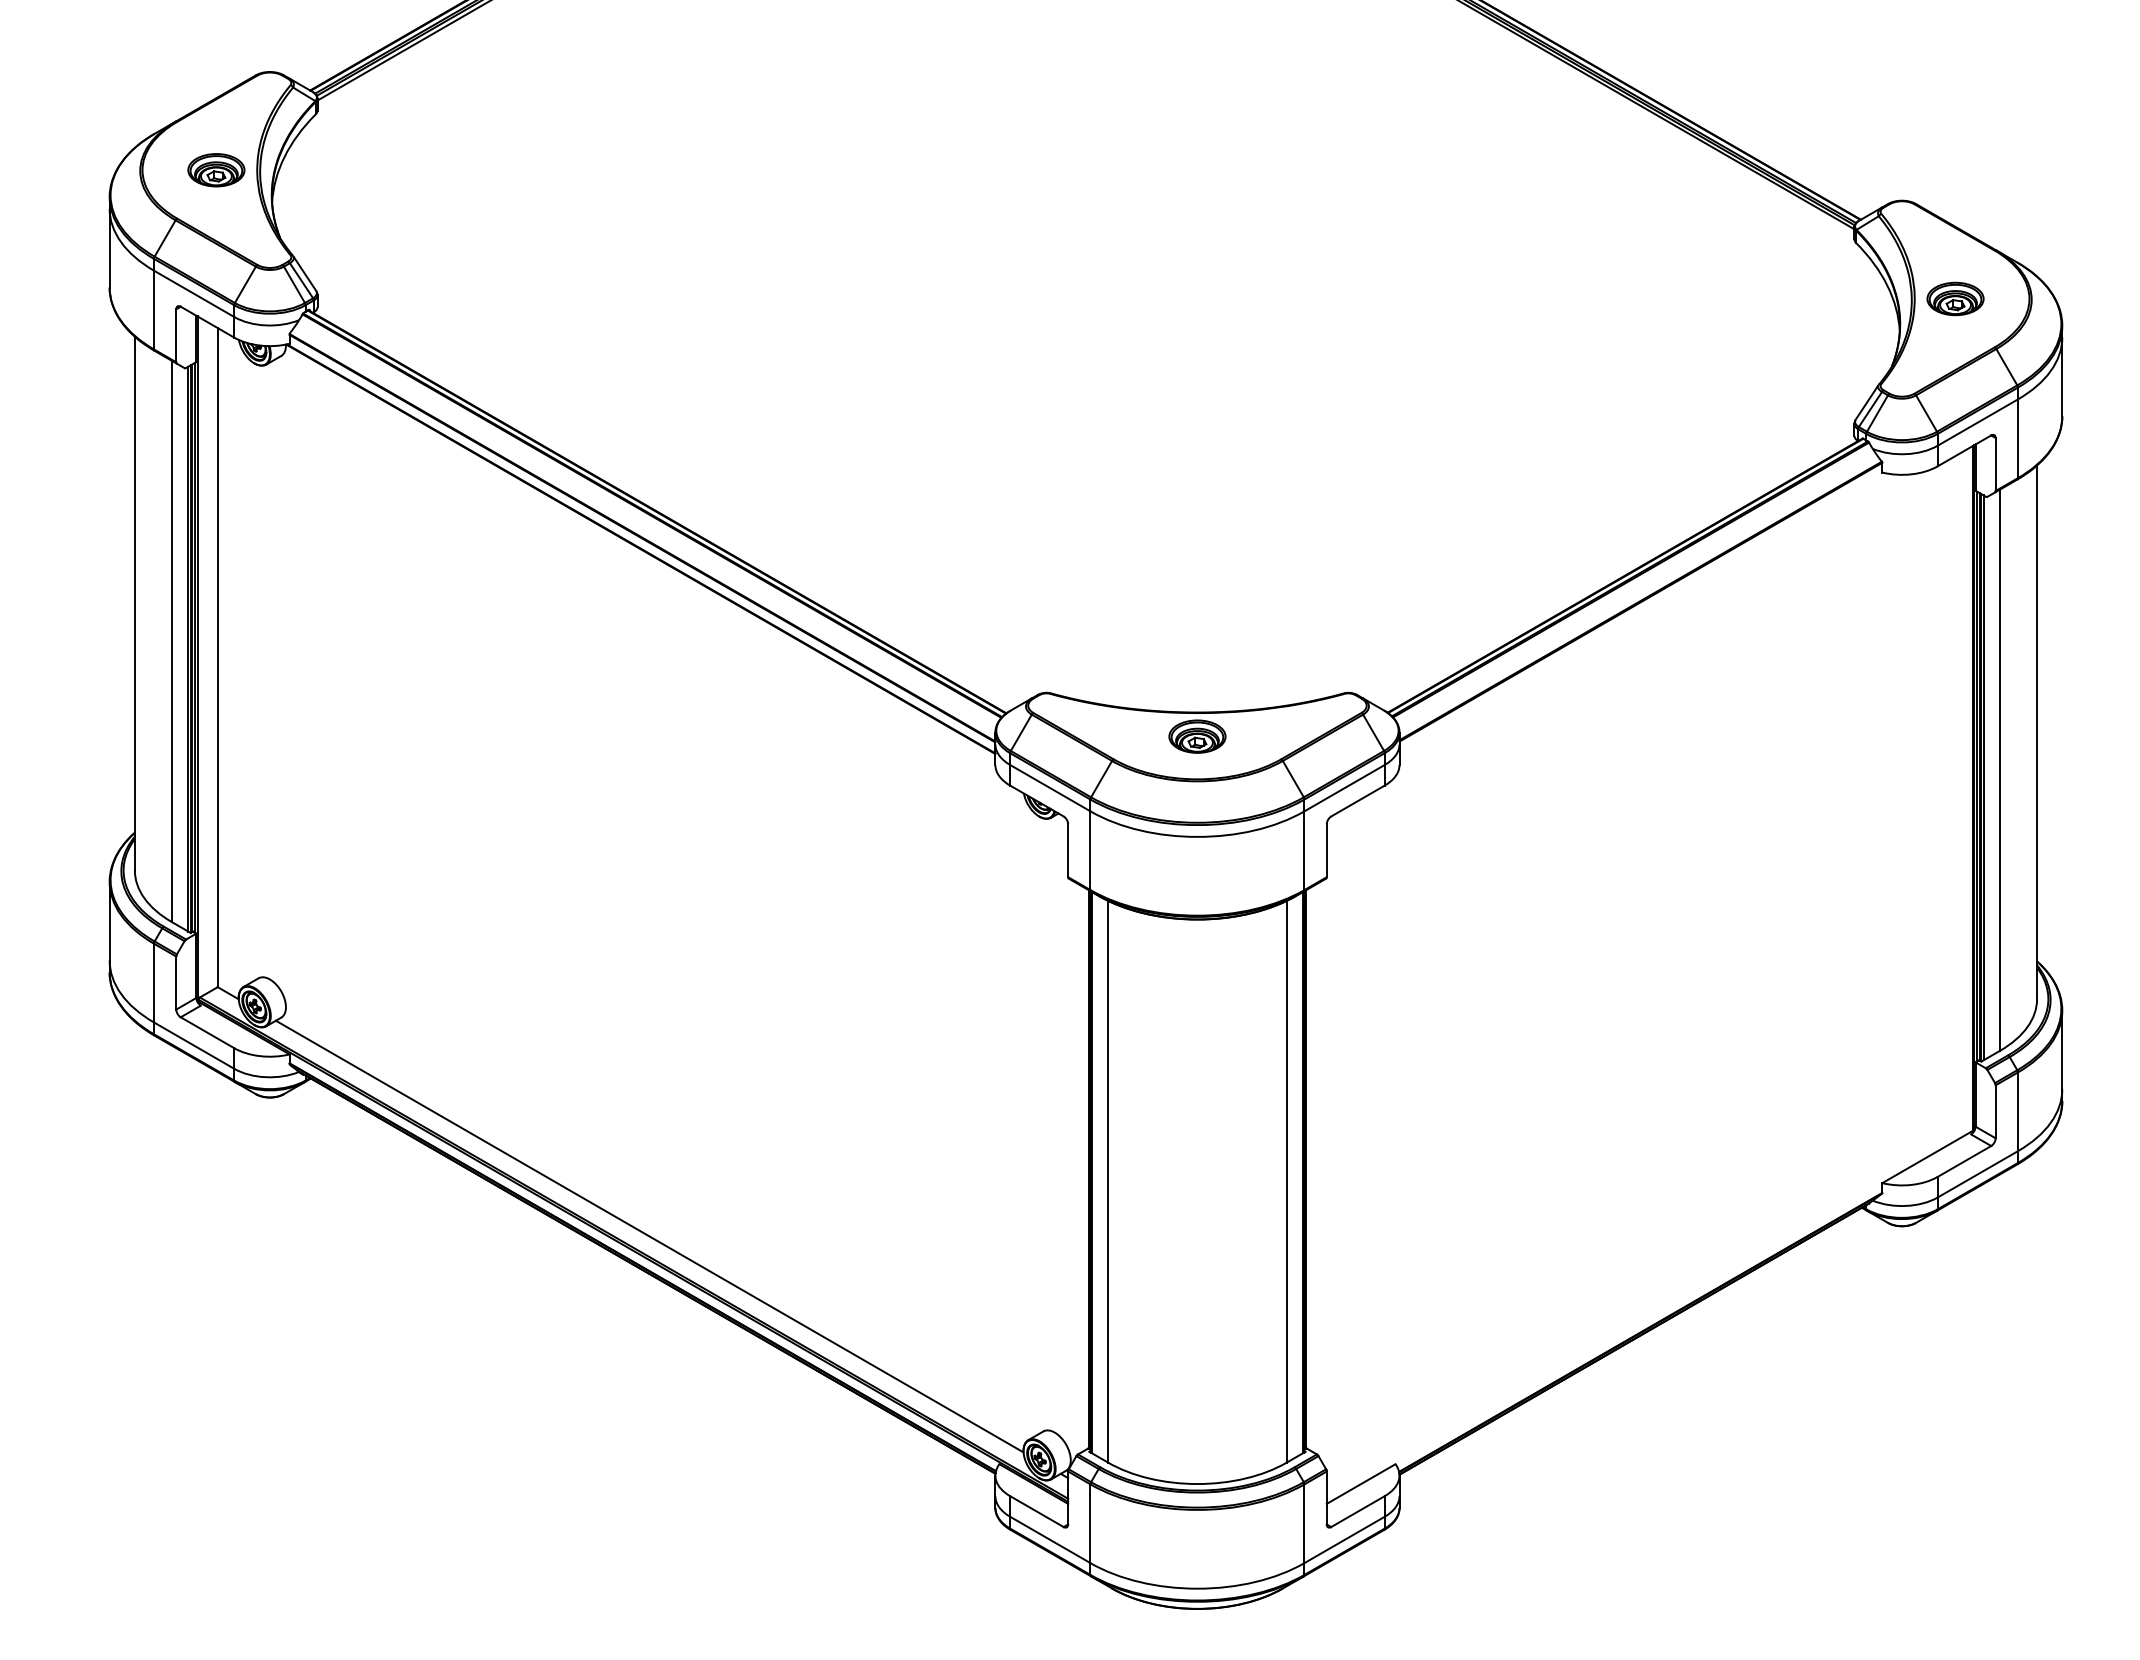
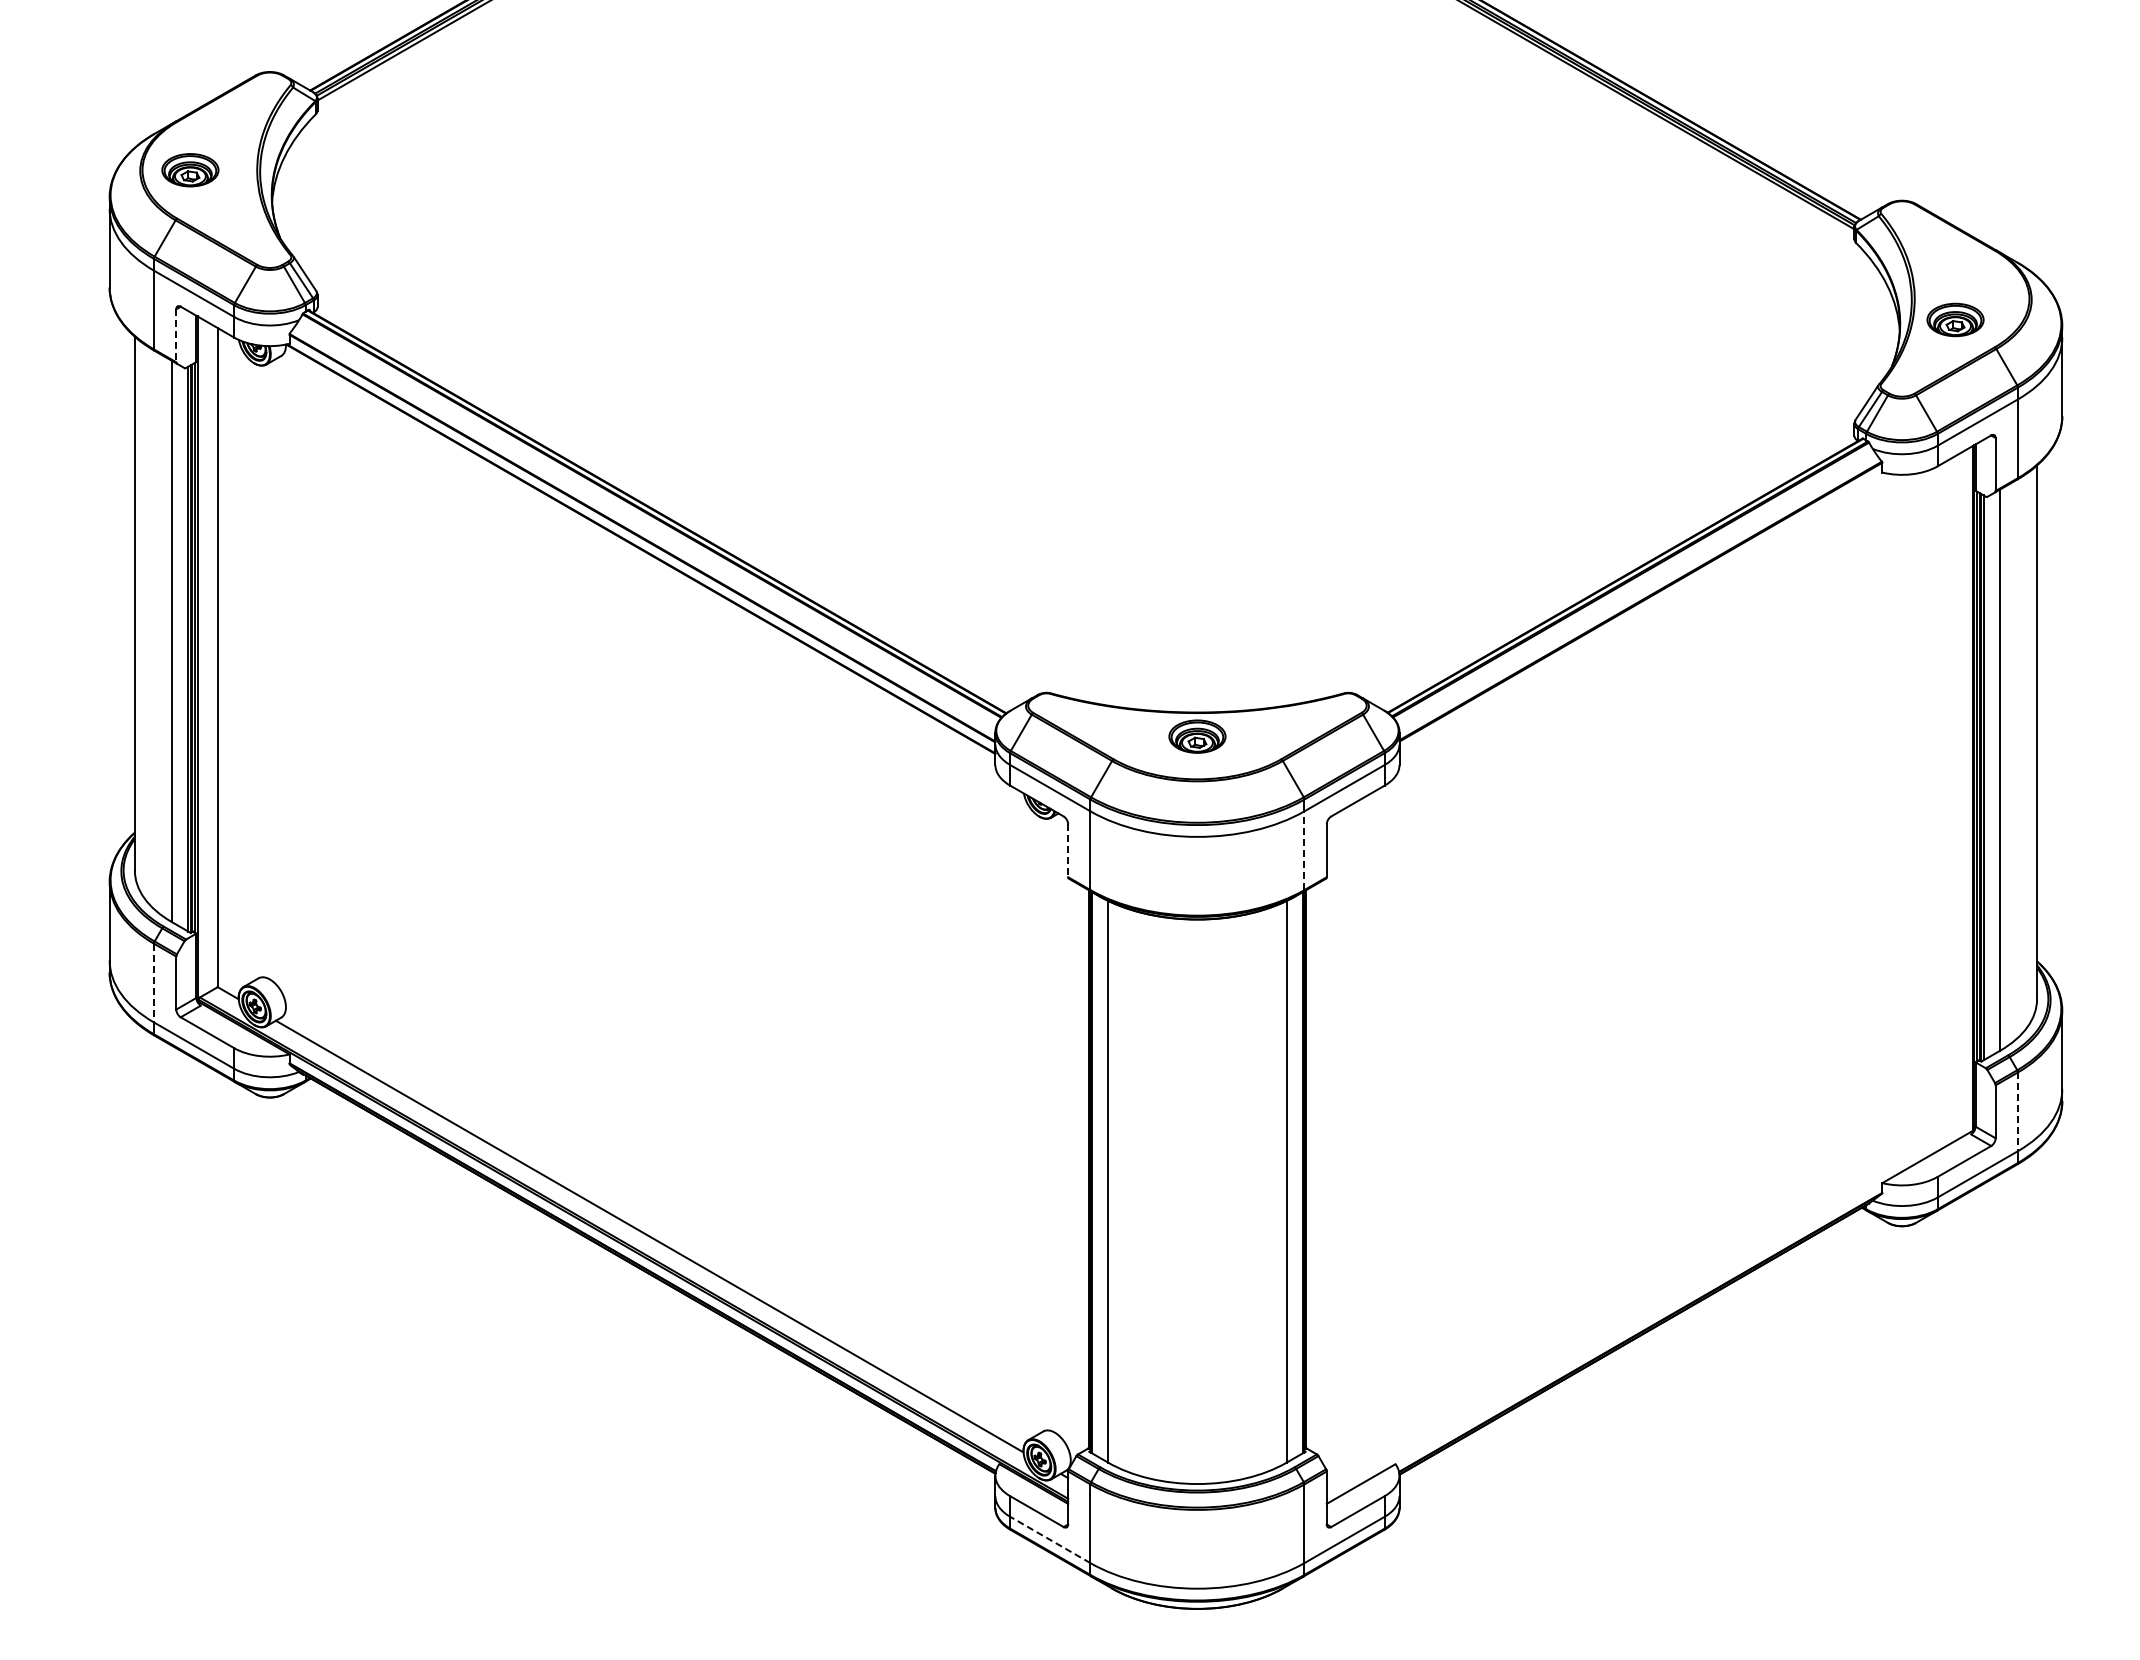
part at (216, 170) position: (216, 170) -> (190, 170)
part at (1955, 298) position: (1955, 298) -> (1955, 319)
line at (176, 336): solid -> dashed
line at (1304, 850): solid -> dashed
line at (1068, 851): solid -> dashed
line at (153, 983): solid -> dashed
line at (2017, 1112): solid -> dashed
line at (1049, 1539): solid -> dashed
